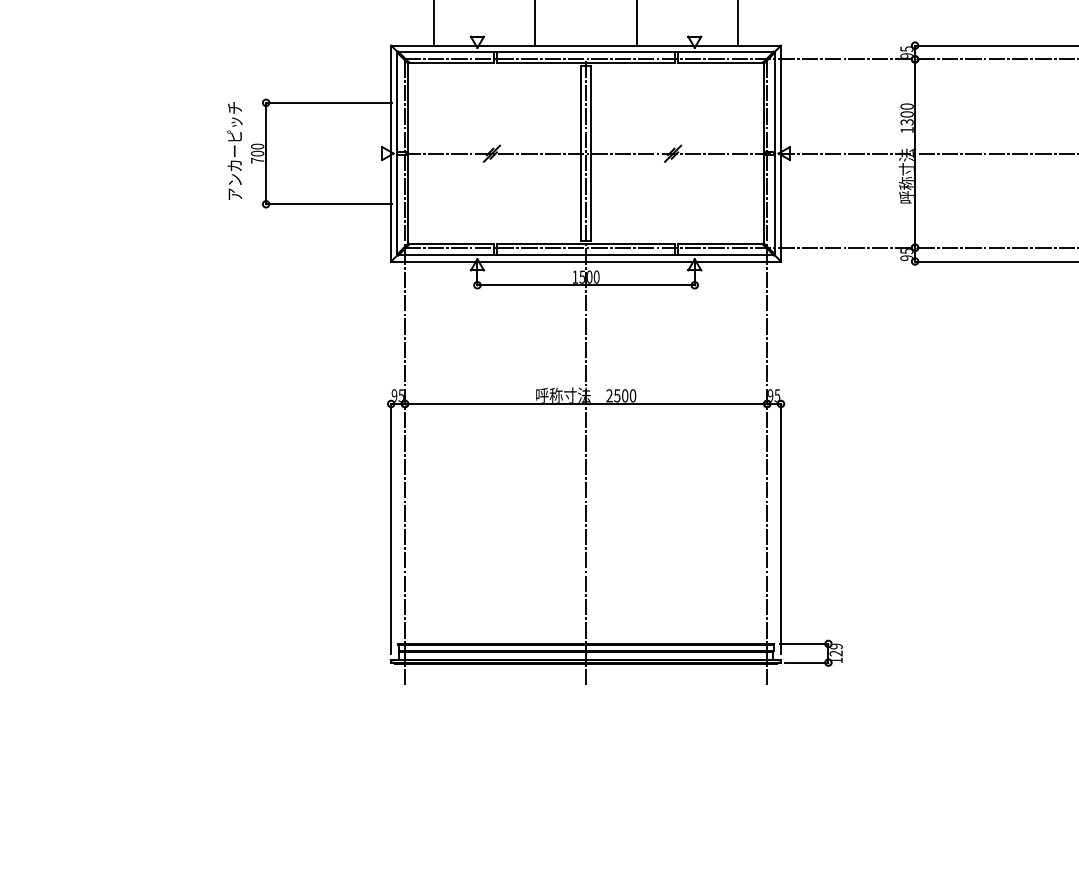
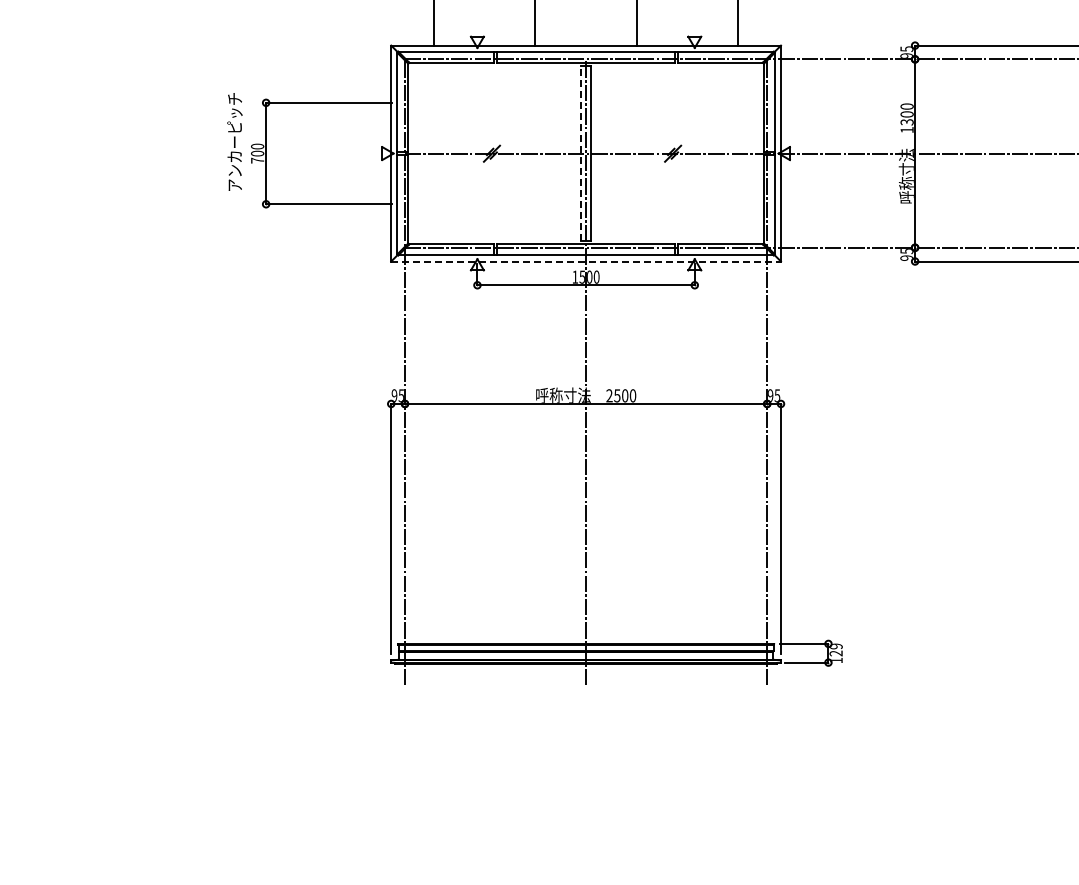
text at (234, 150) position: (234, 150) -> (234, 141)
line at (581, 153): solid -> dashed
line at (586, 261): solid -> dashed
